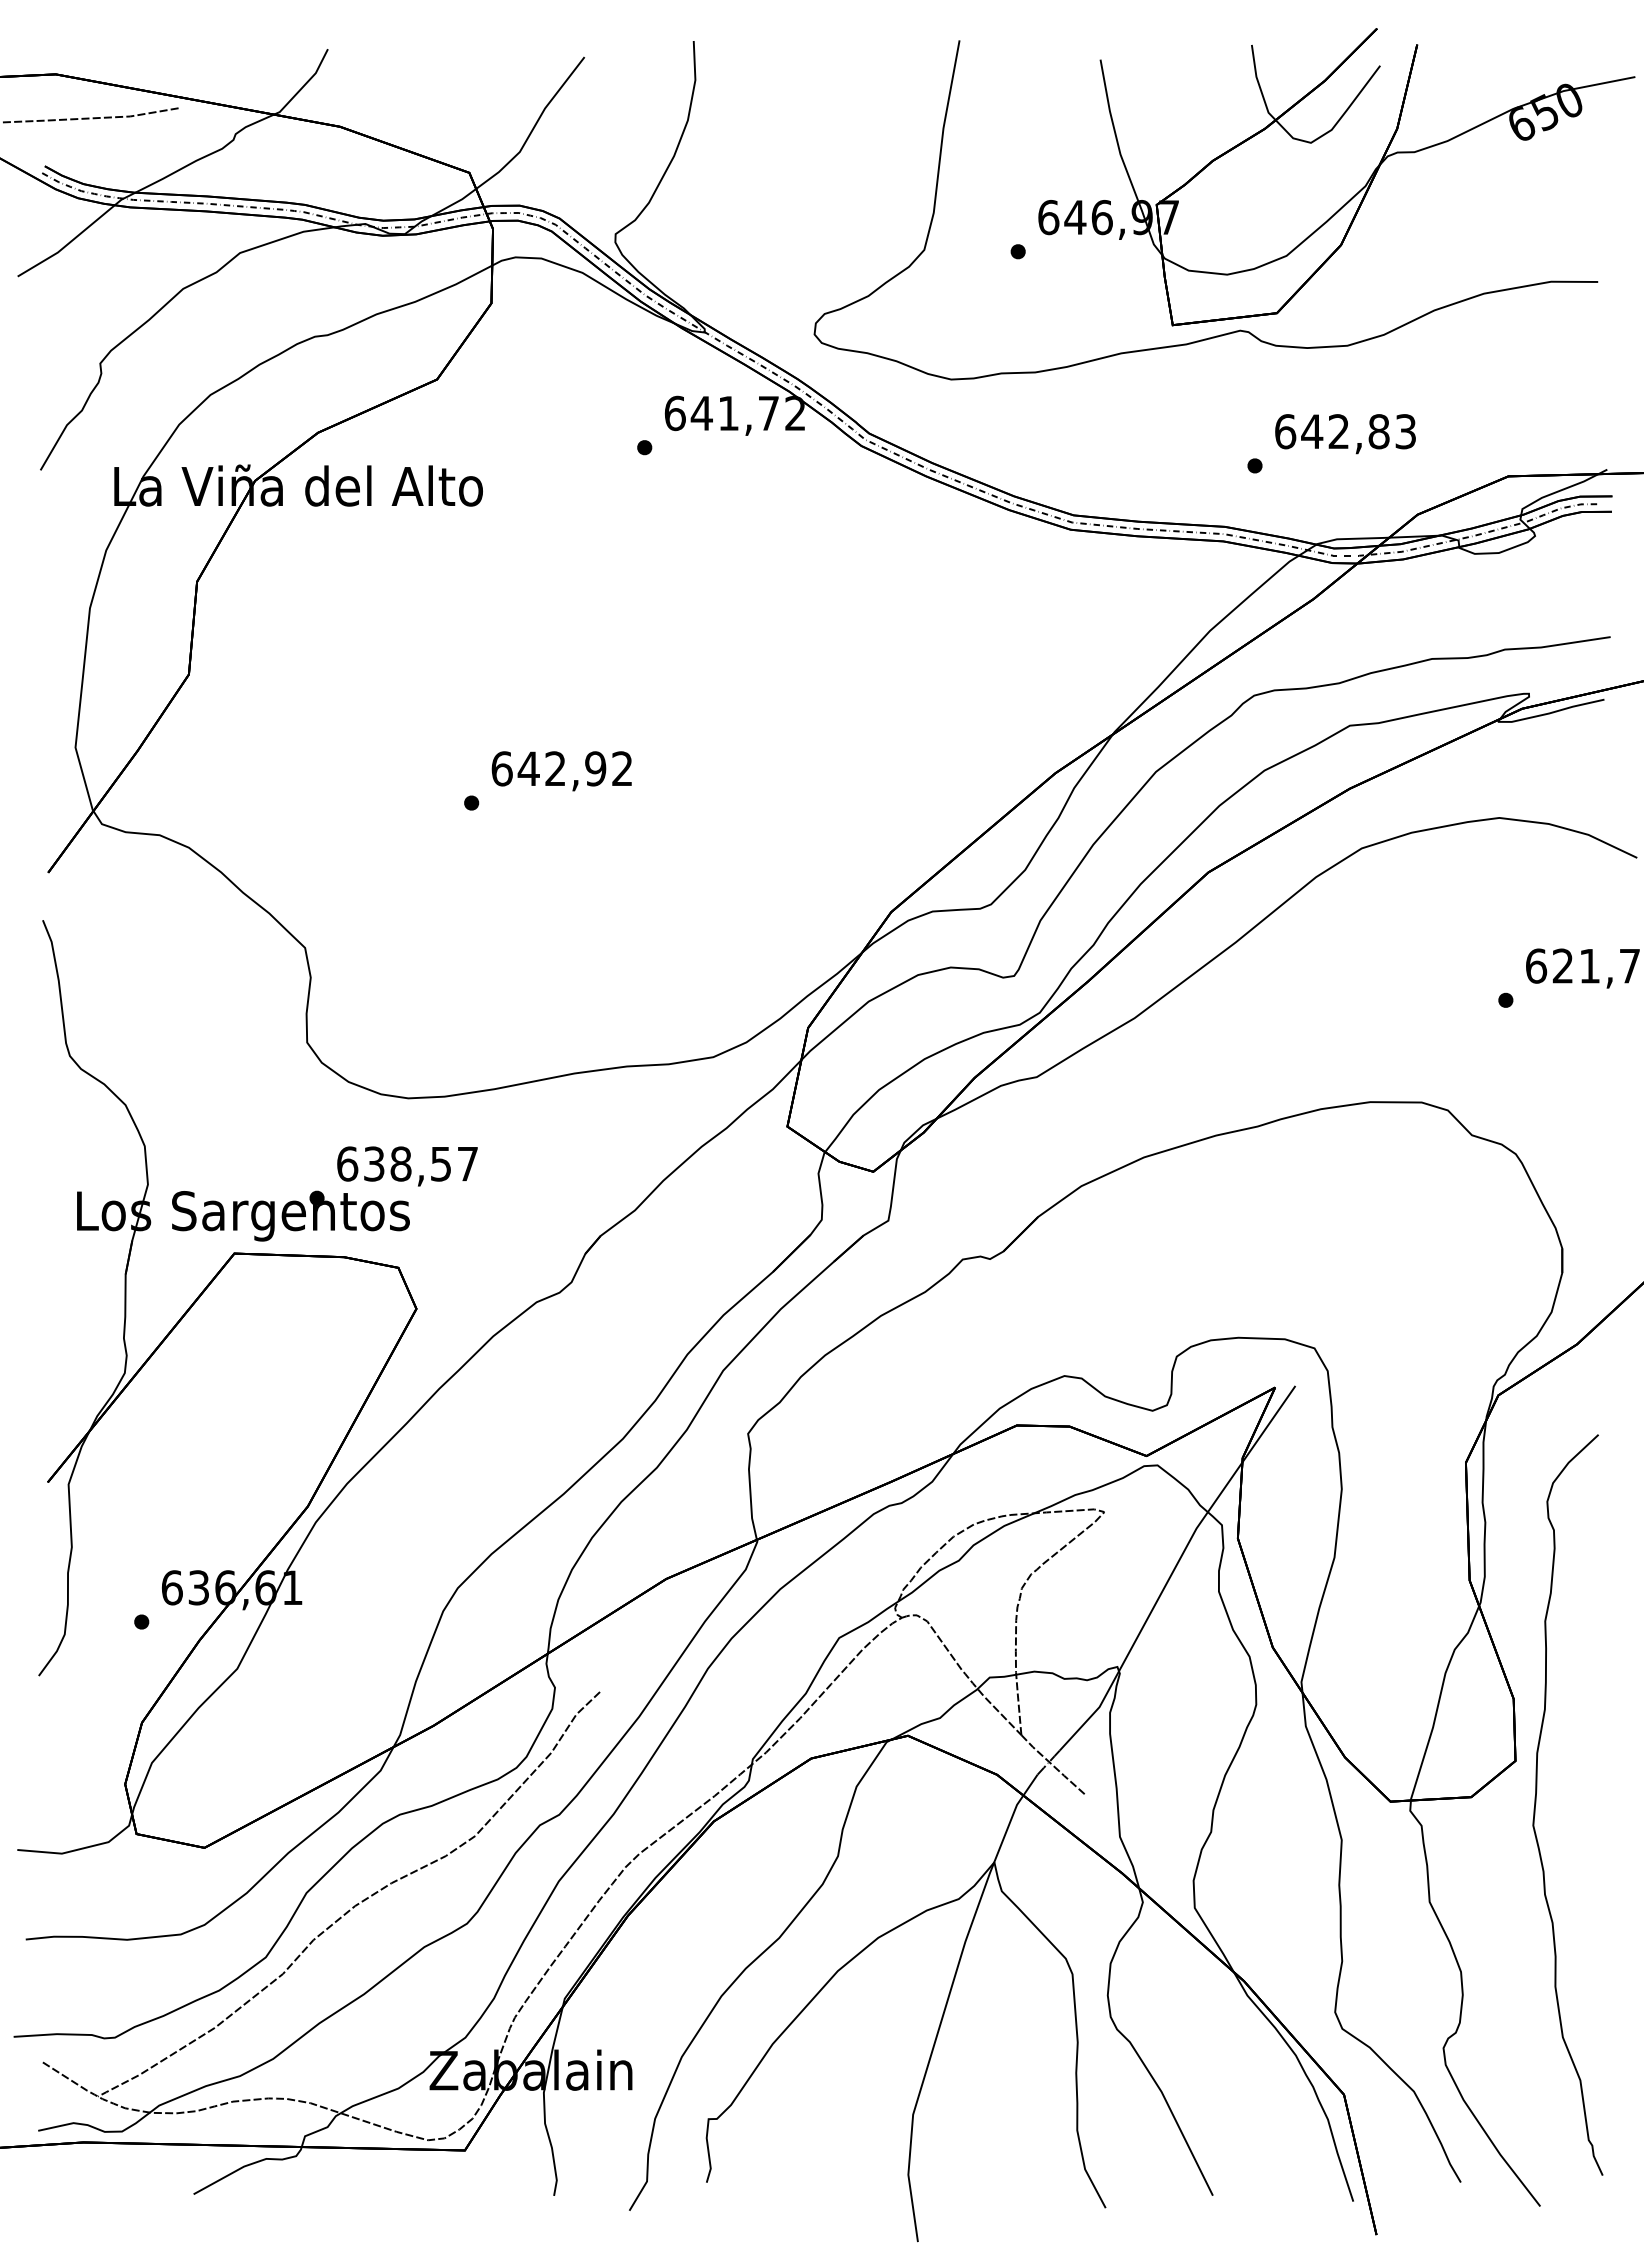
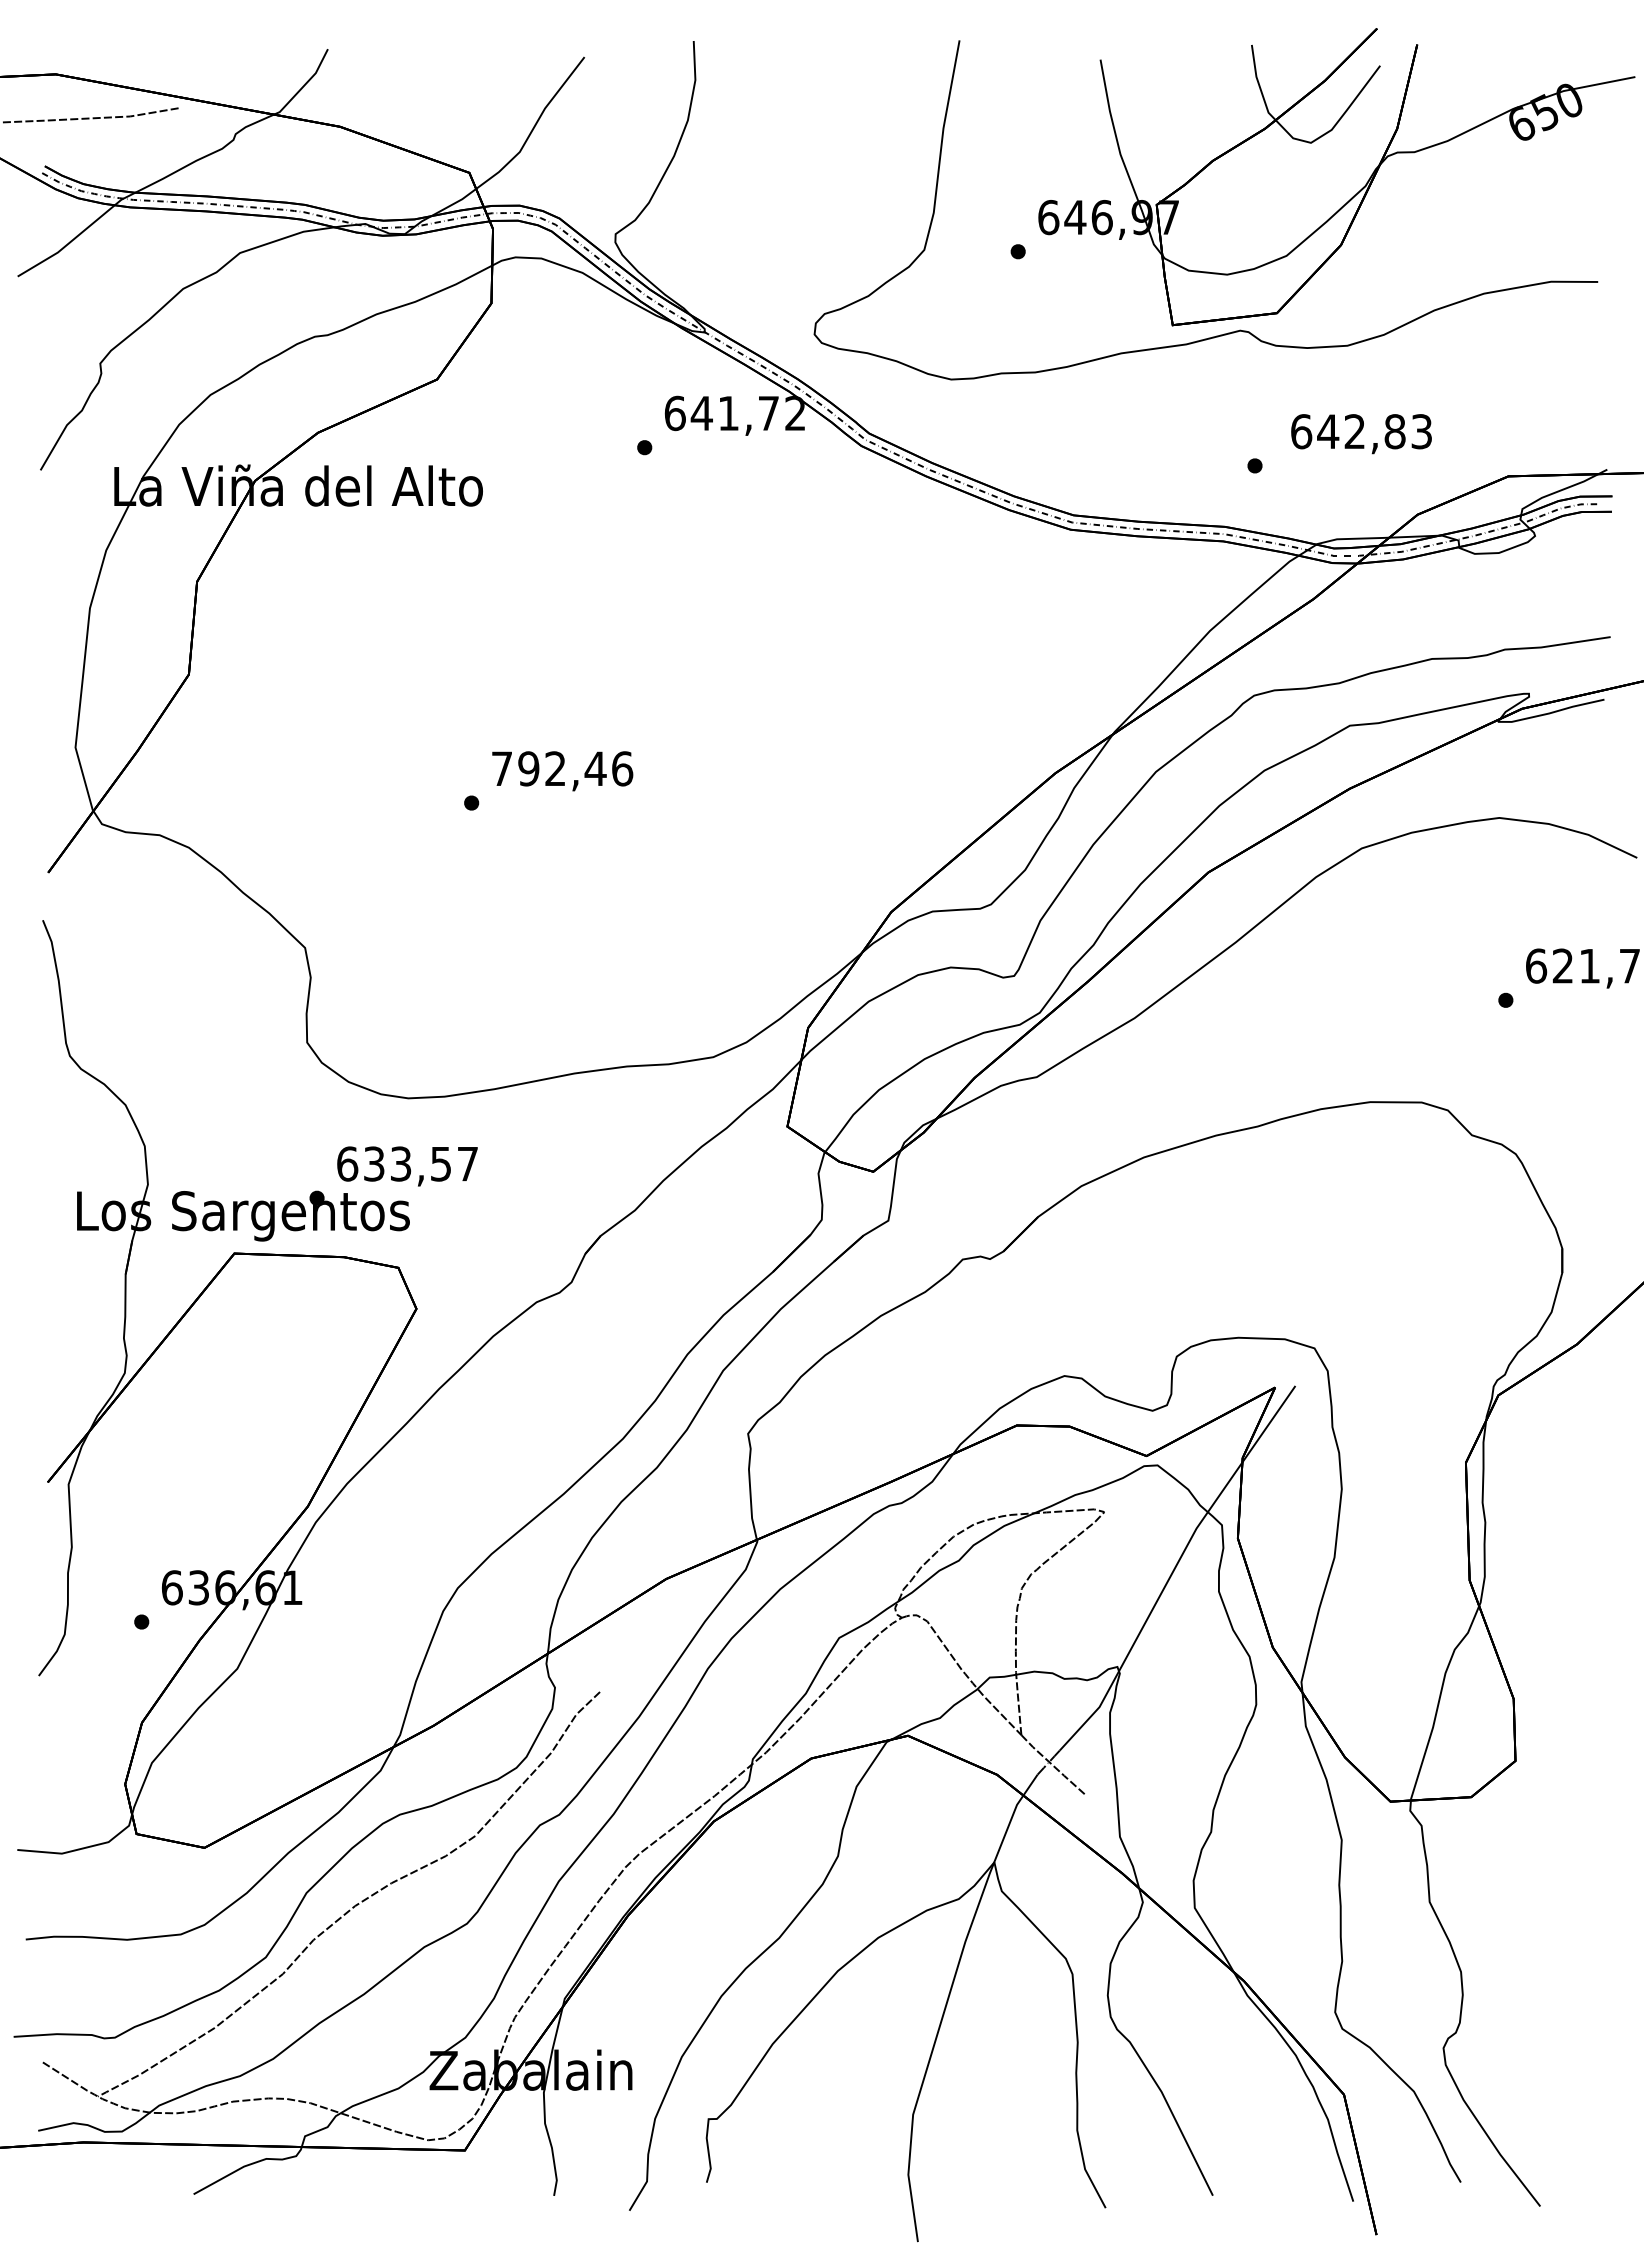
text at (1345, 434) position: (1345, 434) -> (1361, 434)
text at (562, 768): 642,92 -> 792,46
text at (400, 1163): 638,57 -> 633,57
curve at (1536, 1803): present -> none
